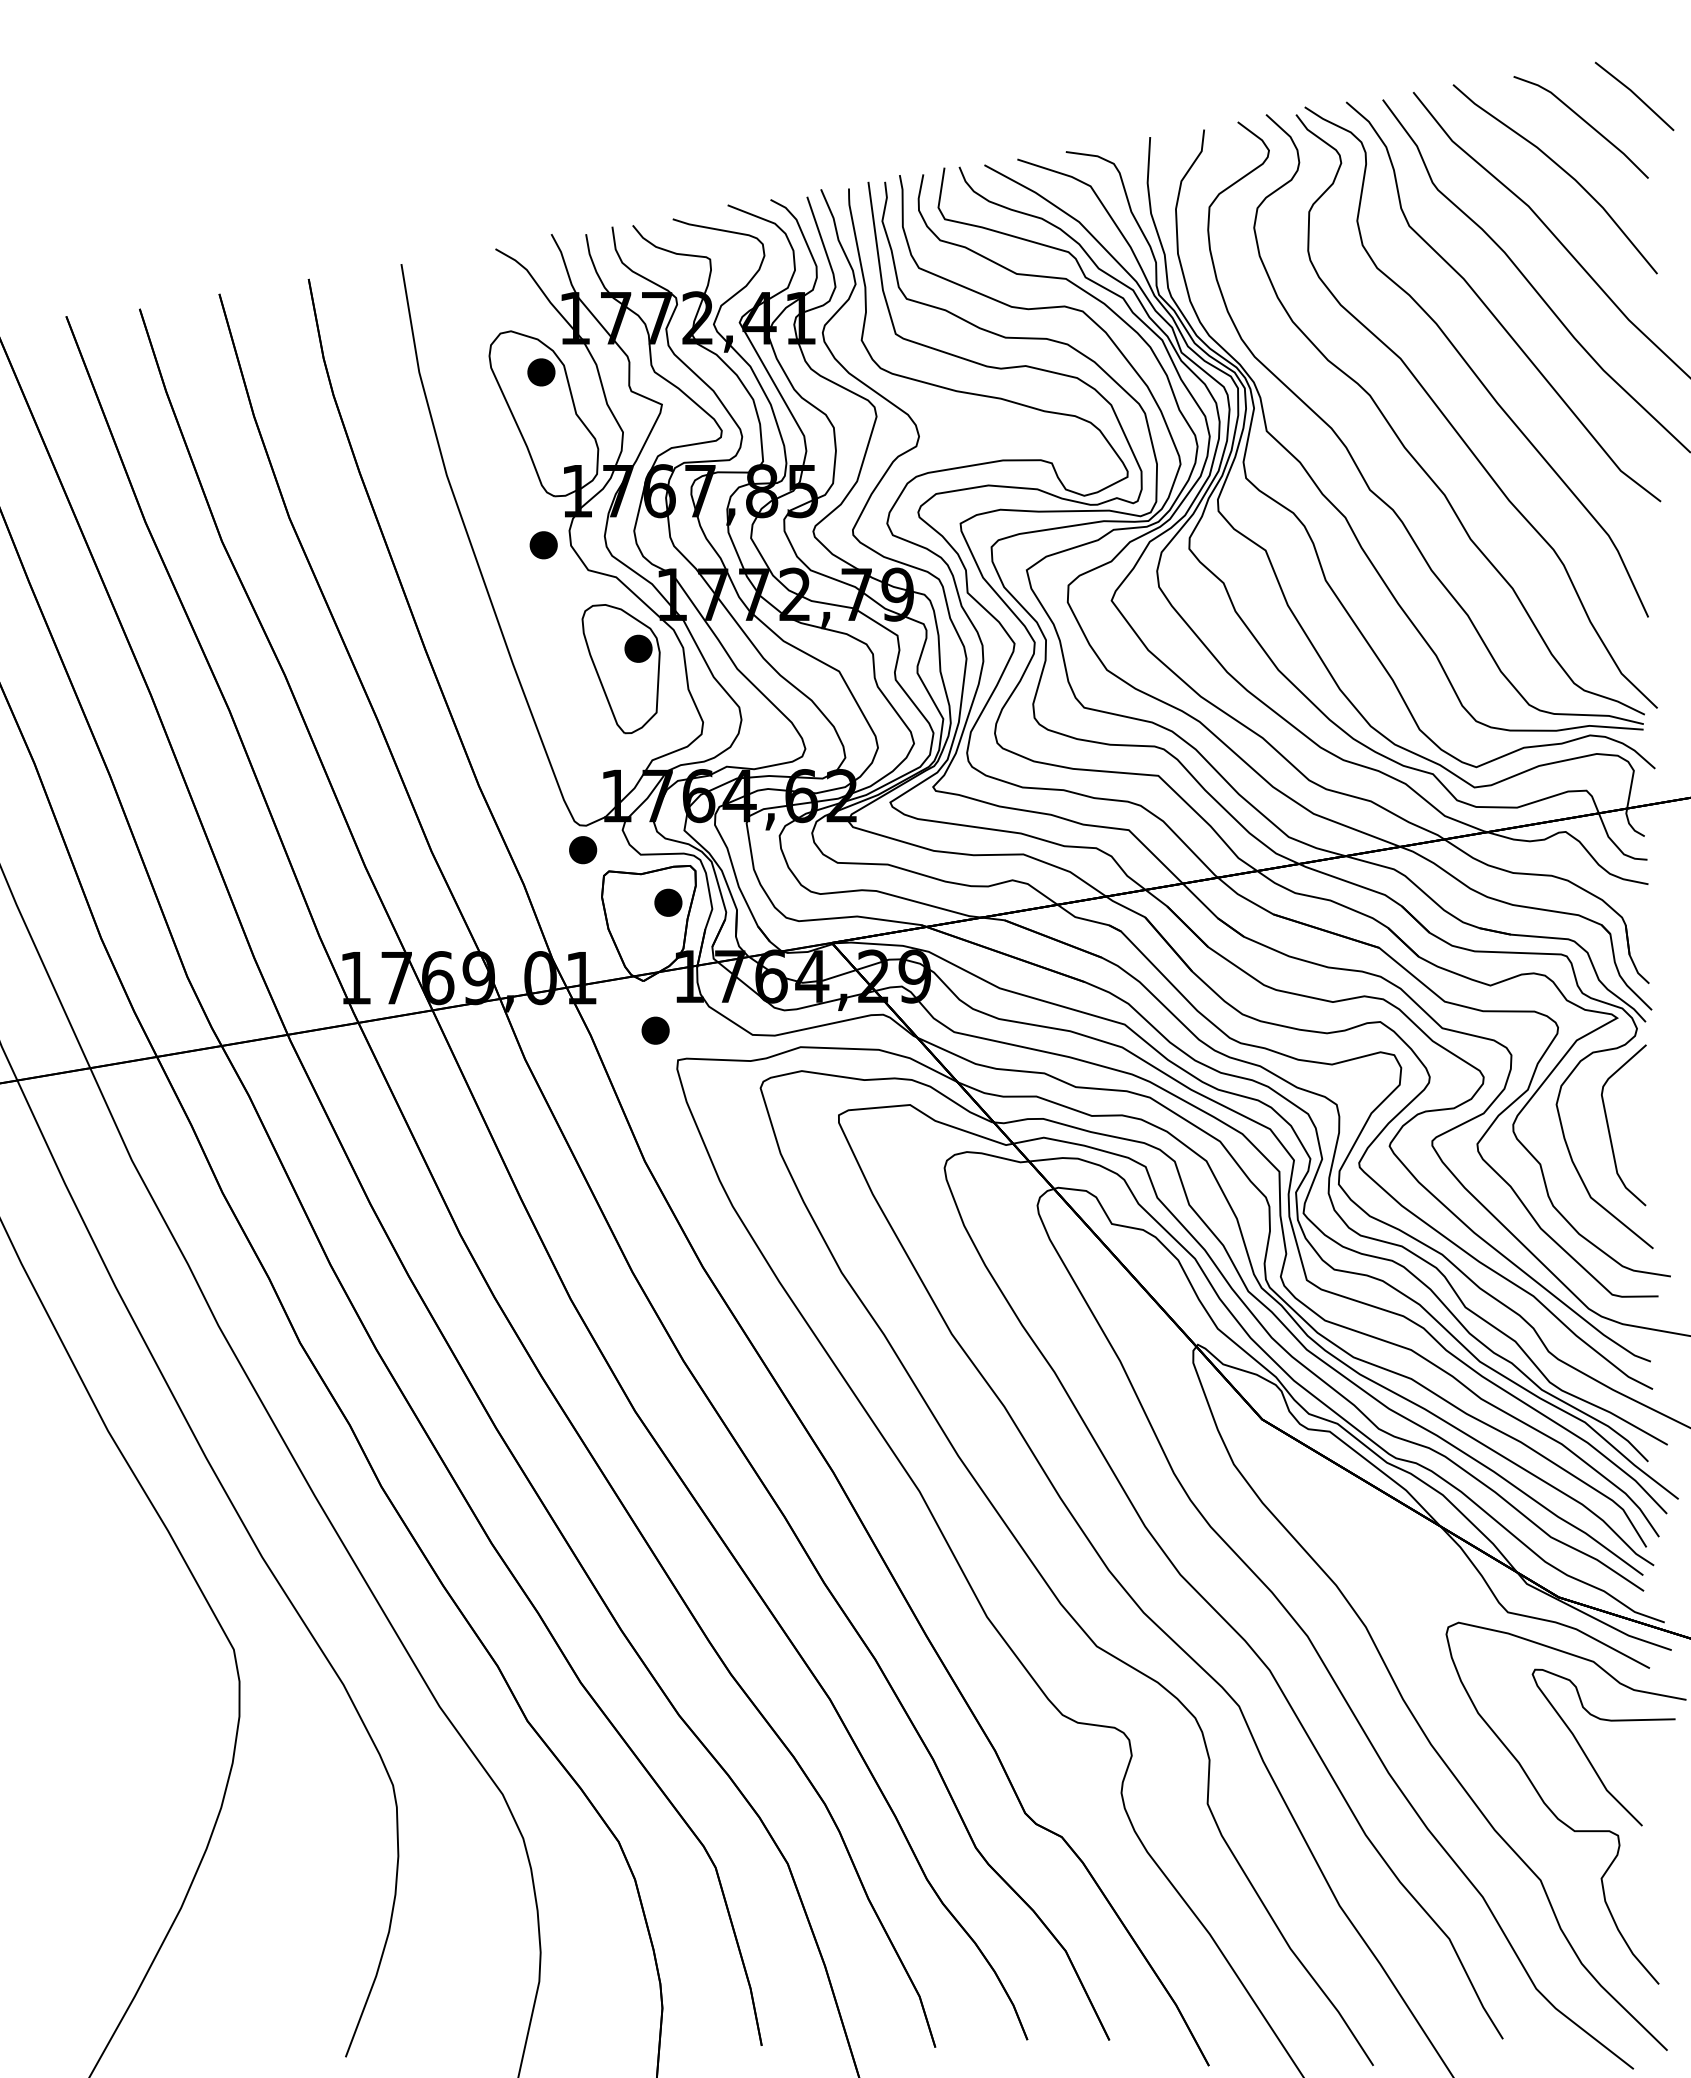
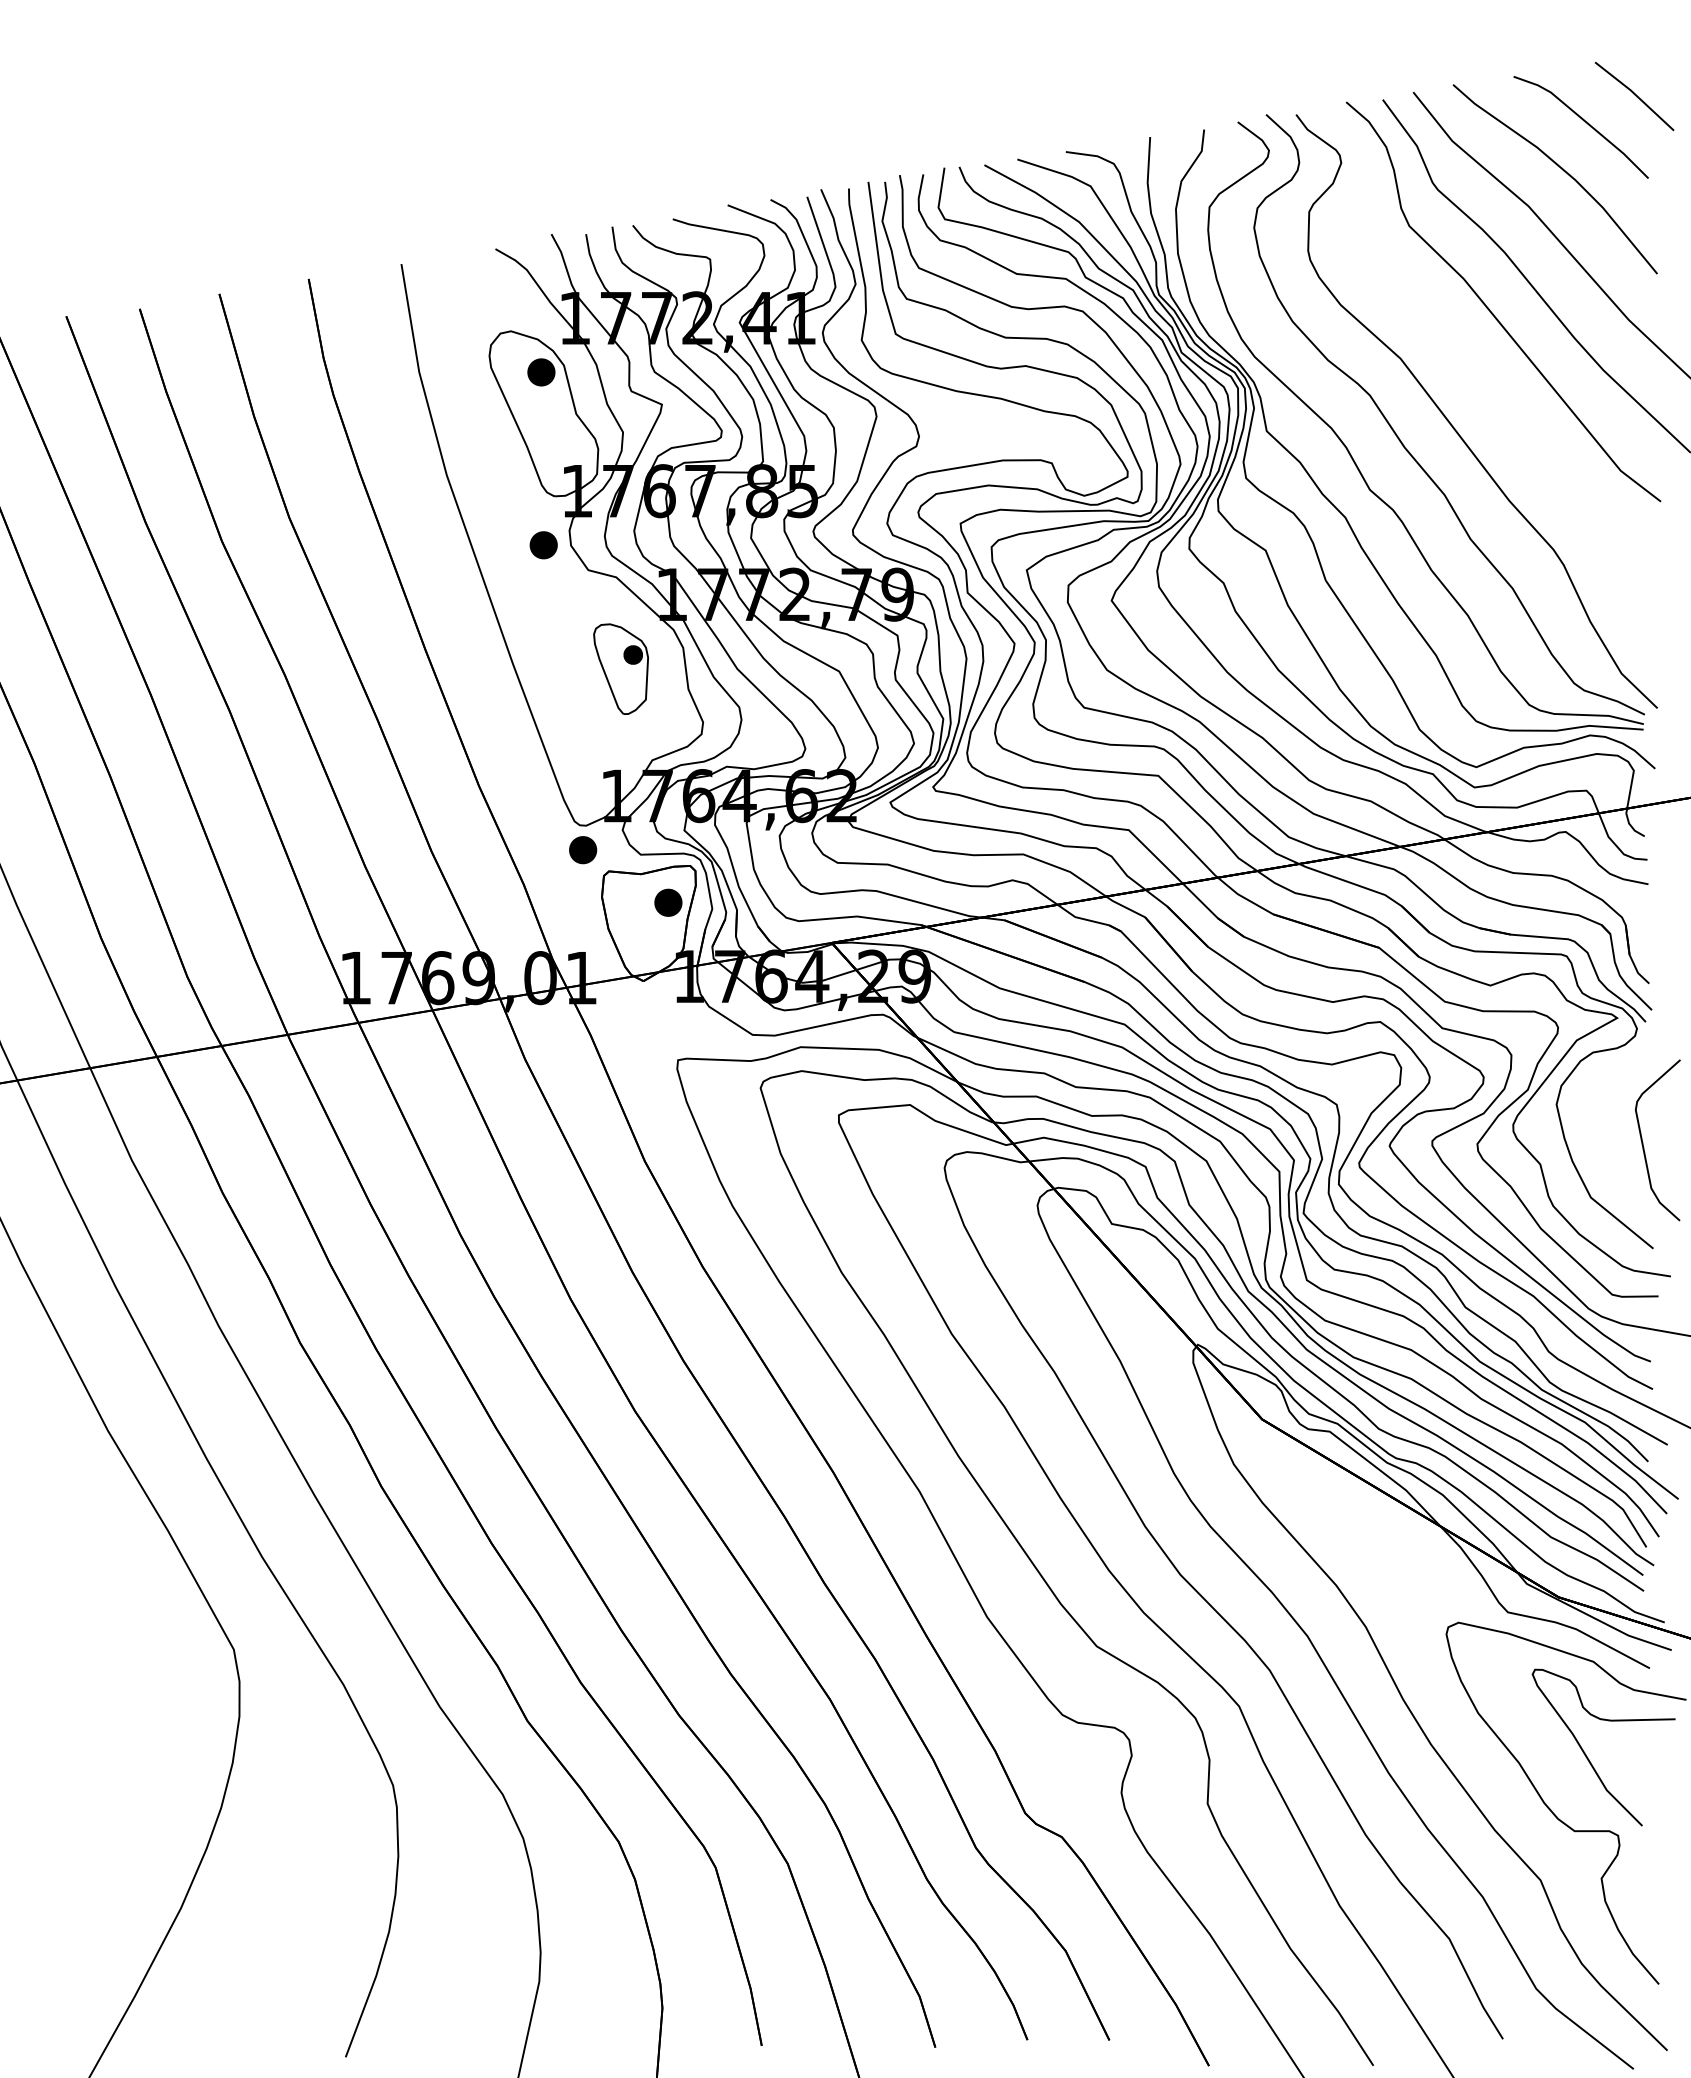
curve at (1470, 366): present -> none
part at (620, 669) size: 80x131 px -> 56x92 px
part at (655, 1030): present -> none
curve at (1609, 1127) position: (1609, 1127) -> (1643, 1142)
